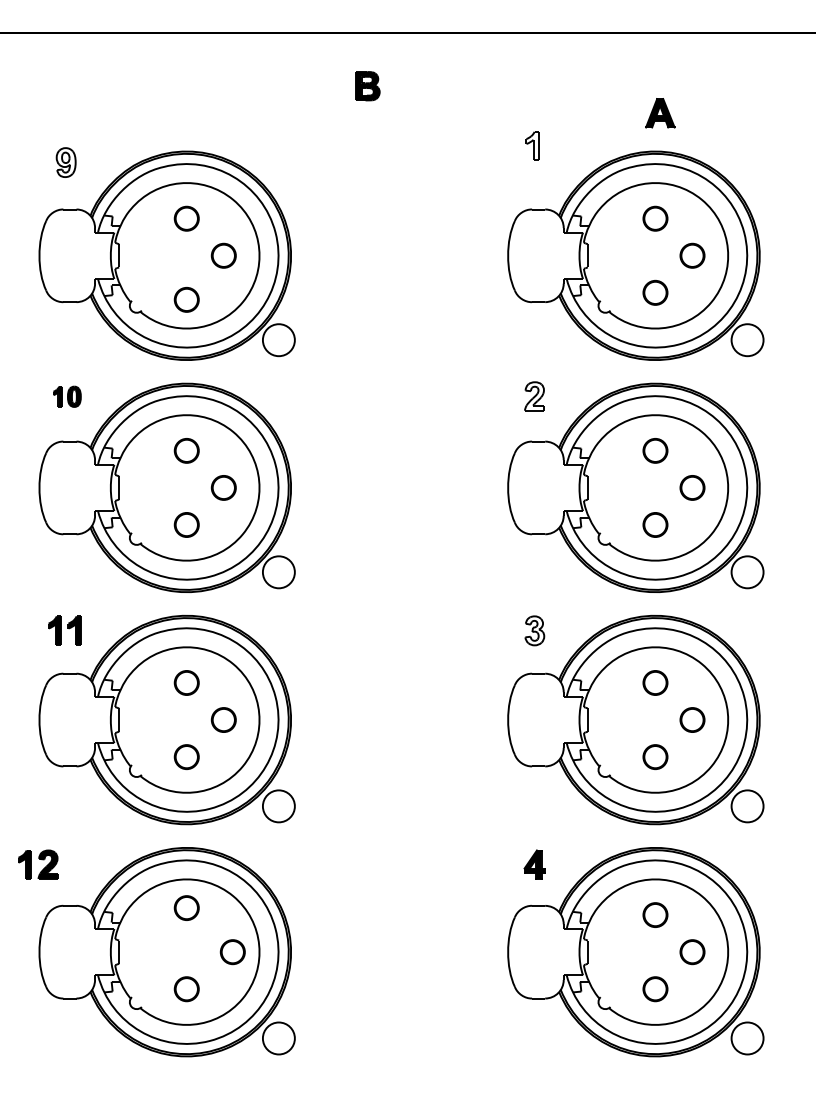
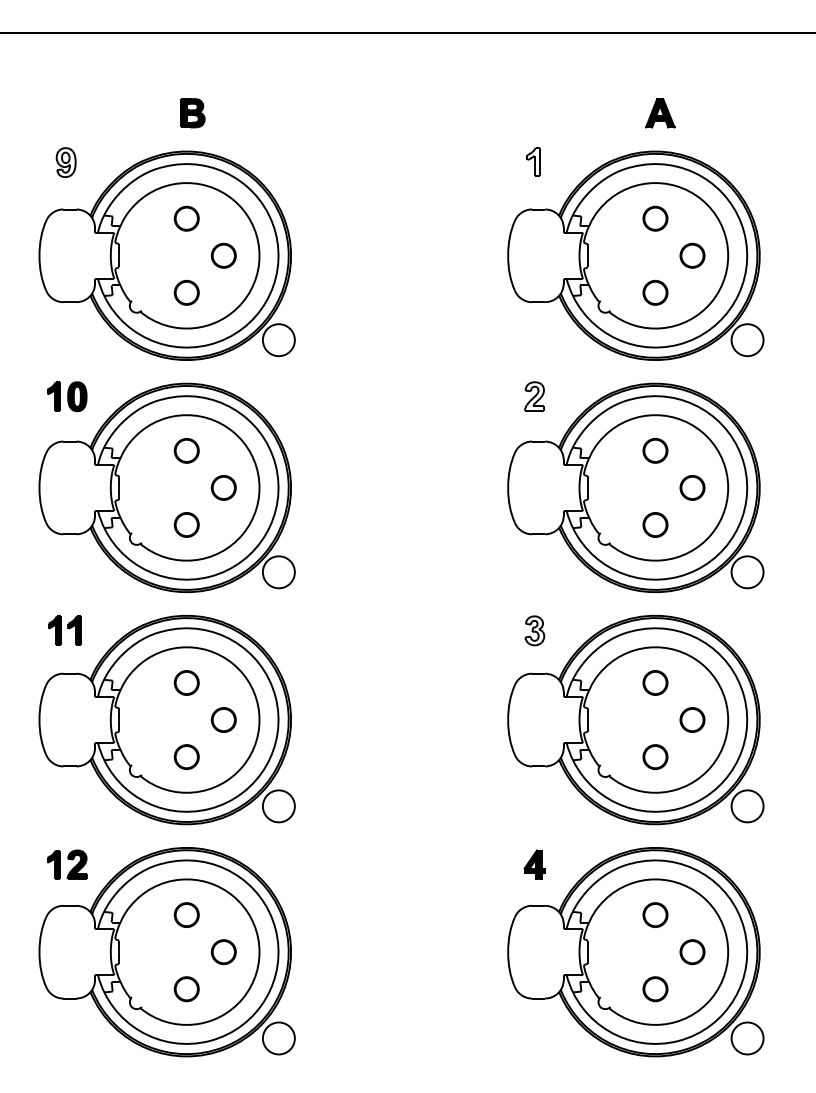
part at (367, 86) position: (367, 86) -> (192, 113)
part at (532, 145) position: (532, 145) -> (533, 161)
part at (186, 299) position: (186, 299) -> (186, 292)
part at (67, 396) size: 29x23 px -> 41x32 px
part at (38, 864) position: (38, 864) -> (67, 864)
part at (186, 907) position: (186, 907) -> (186, 914)
part at (232, 952) position: (232, 952) -> (223, 952)
